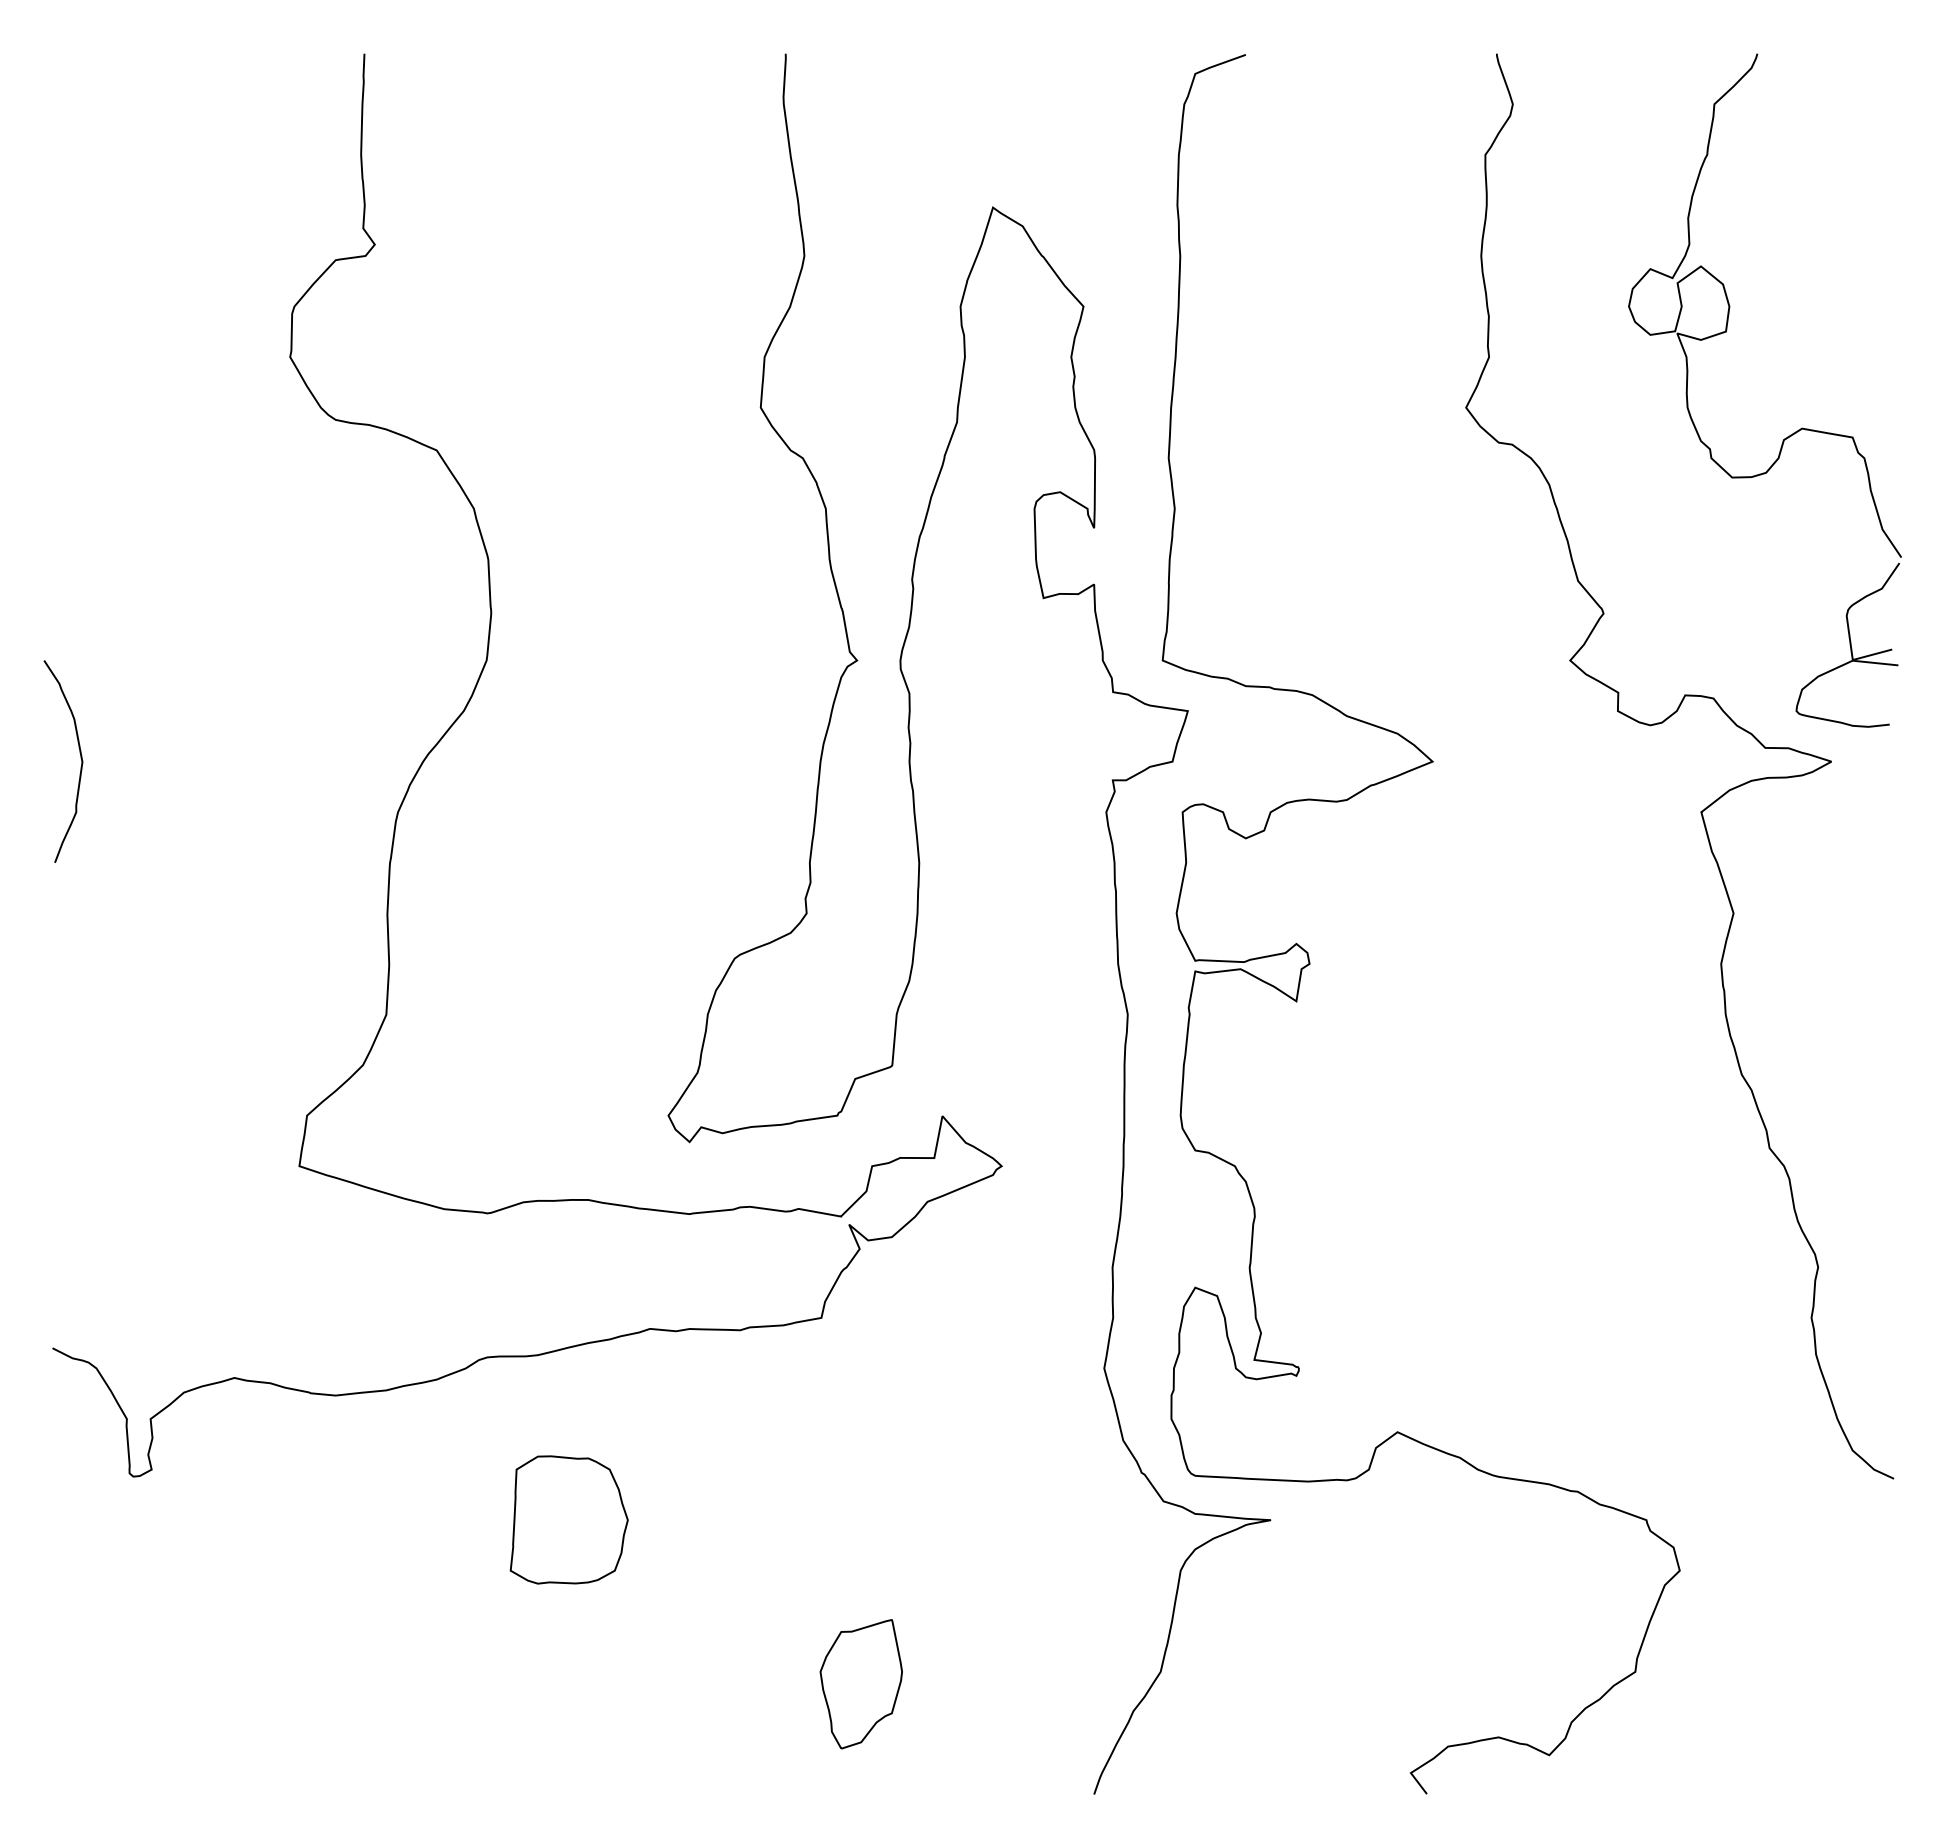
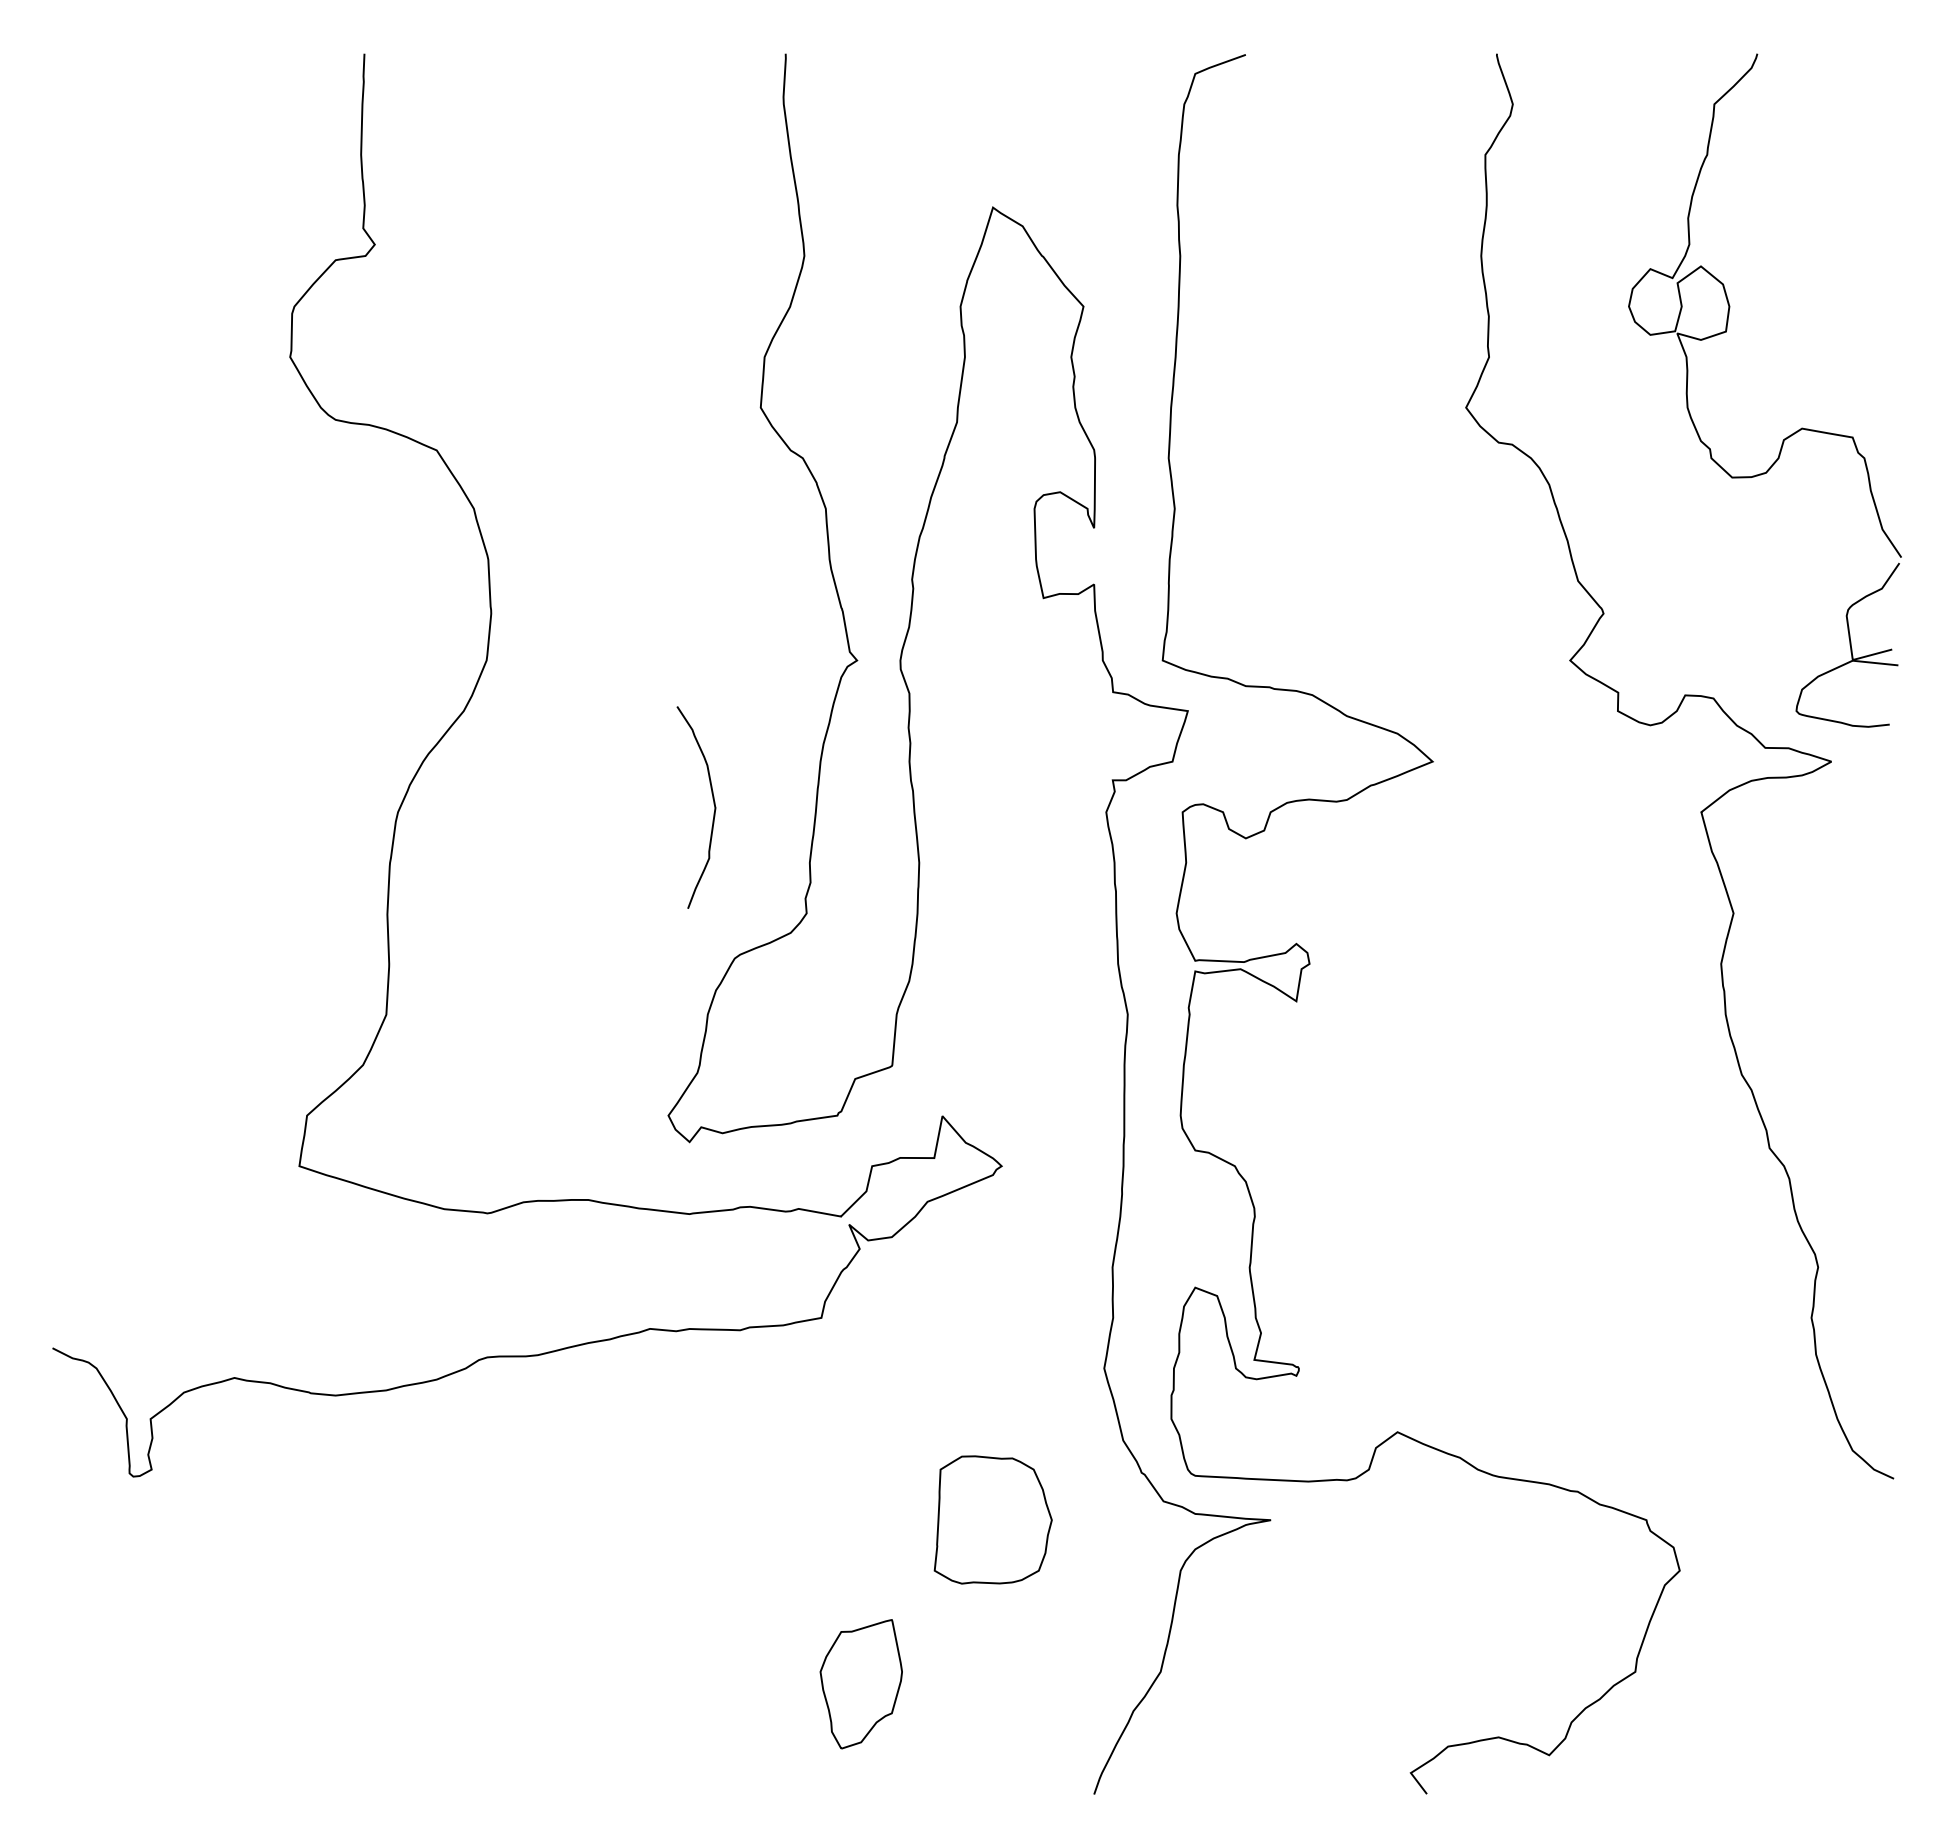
curve at (80, 758) position: (80, 758) -> (713, 804)
part at (568, 1519) position: (568, 1519) -> (992, 1519)
